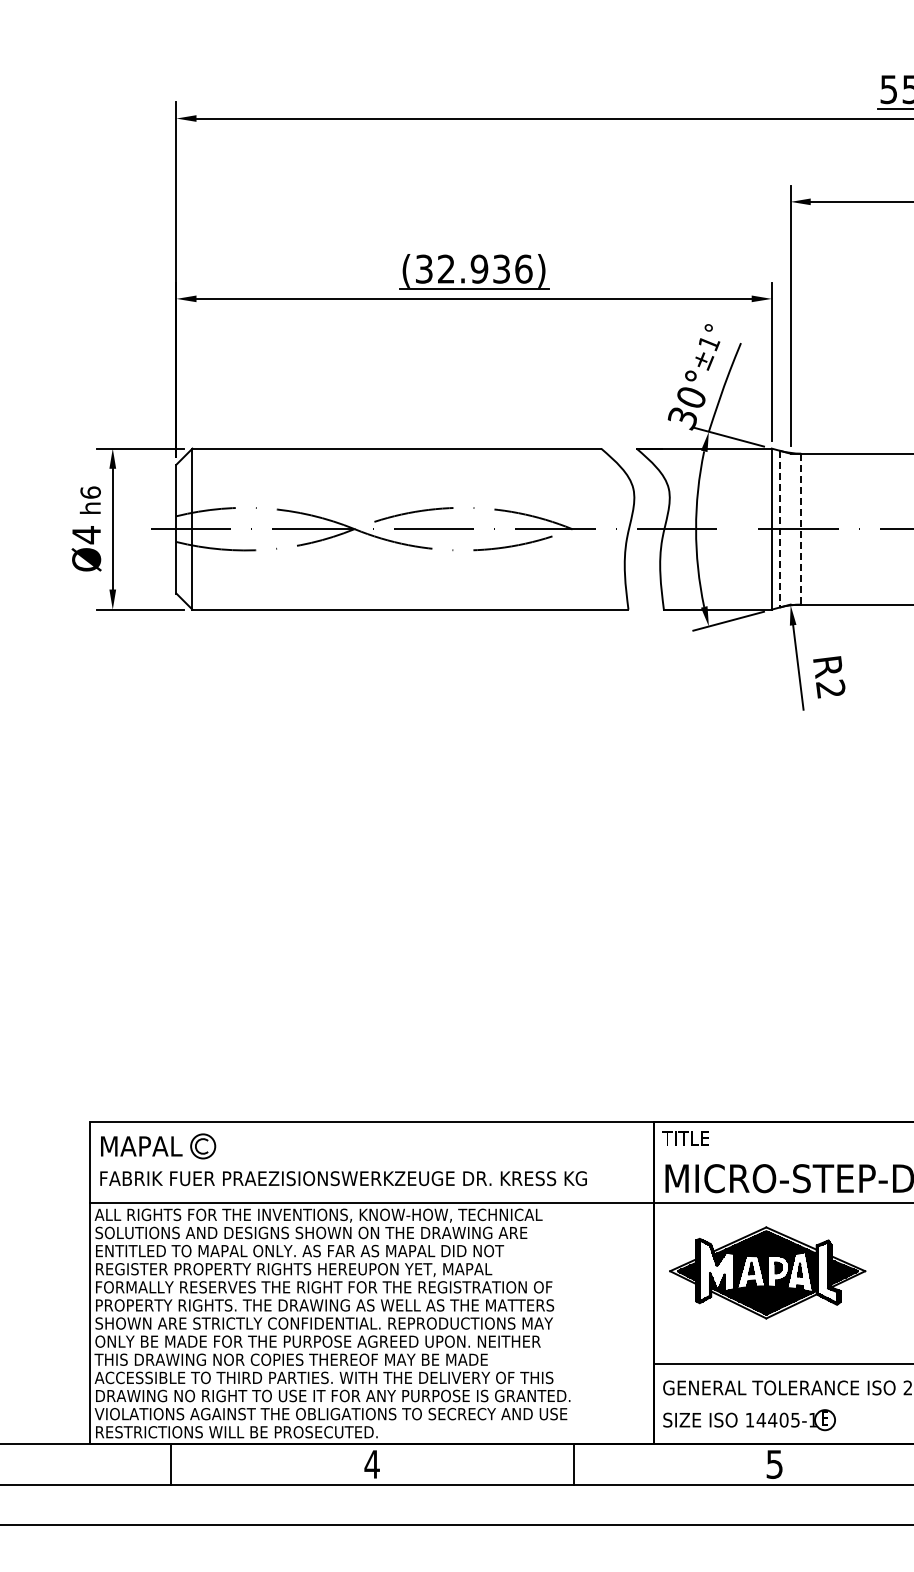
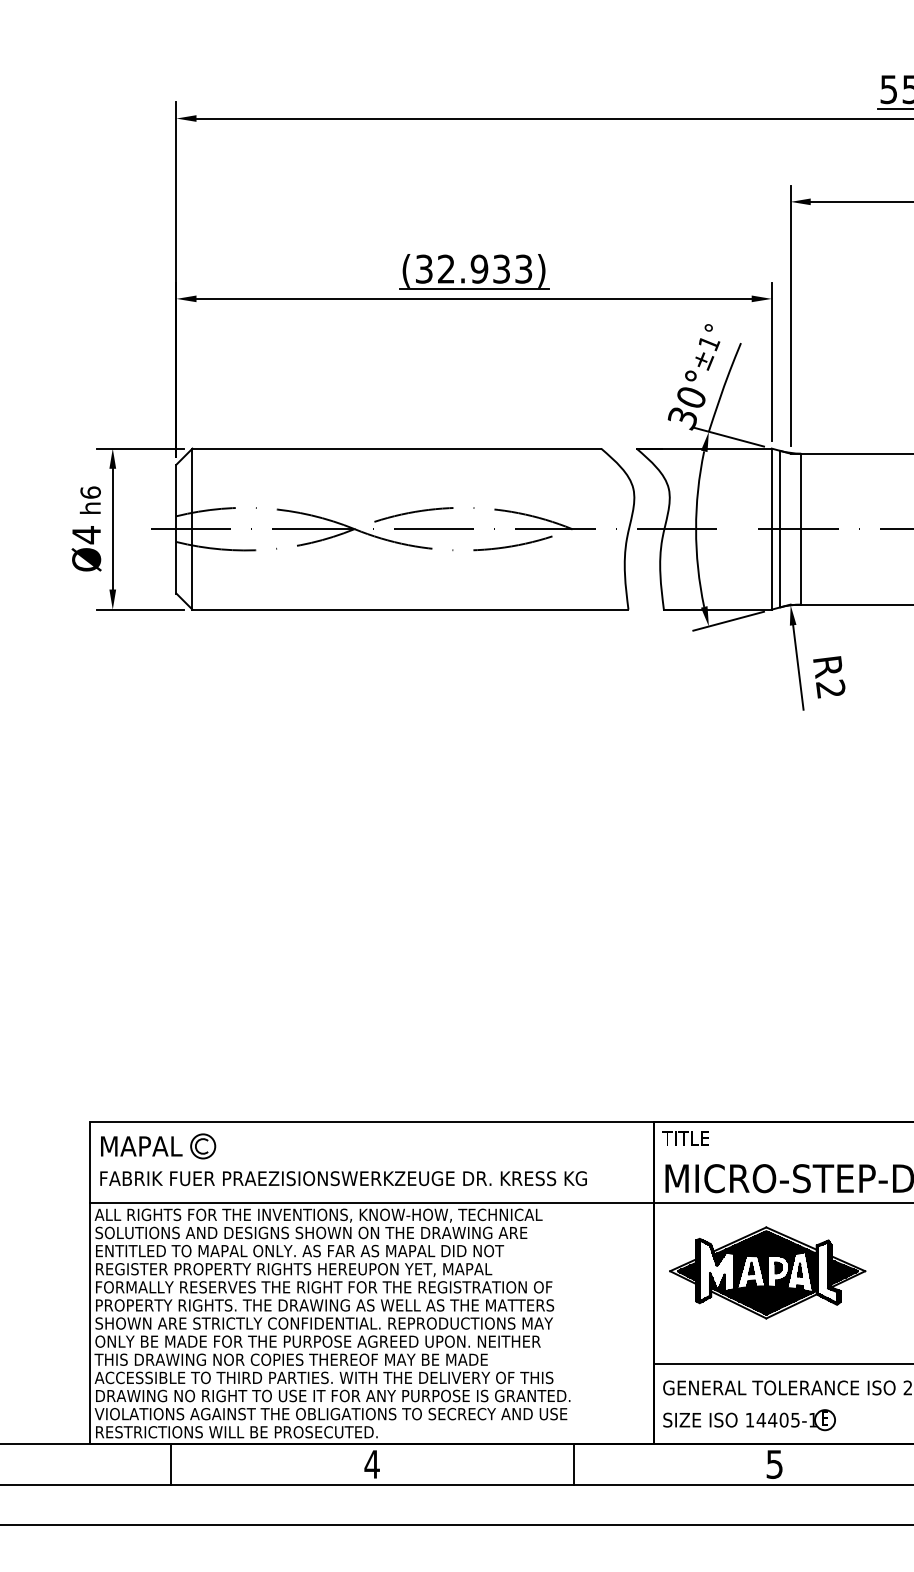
text at (523, 268): (32.936) -> (32.933)
line at (780, 529): dashed -> solid
line at (801, 529): dashed -> solid
